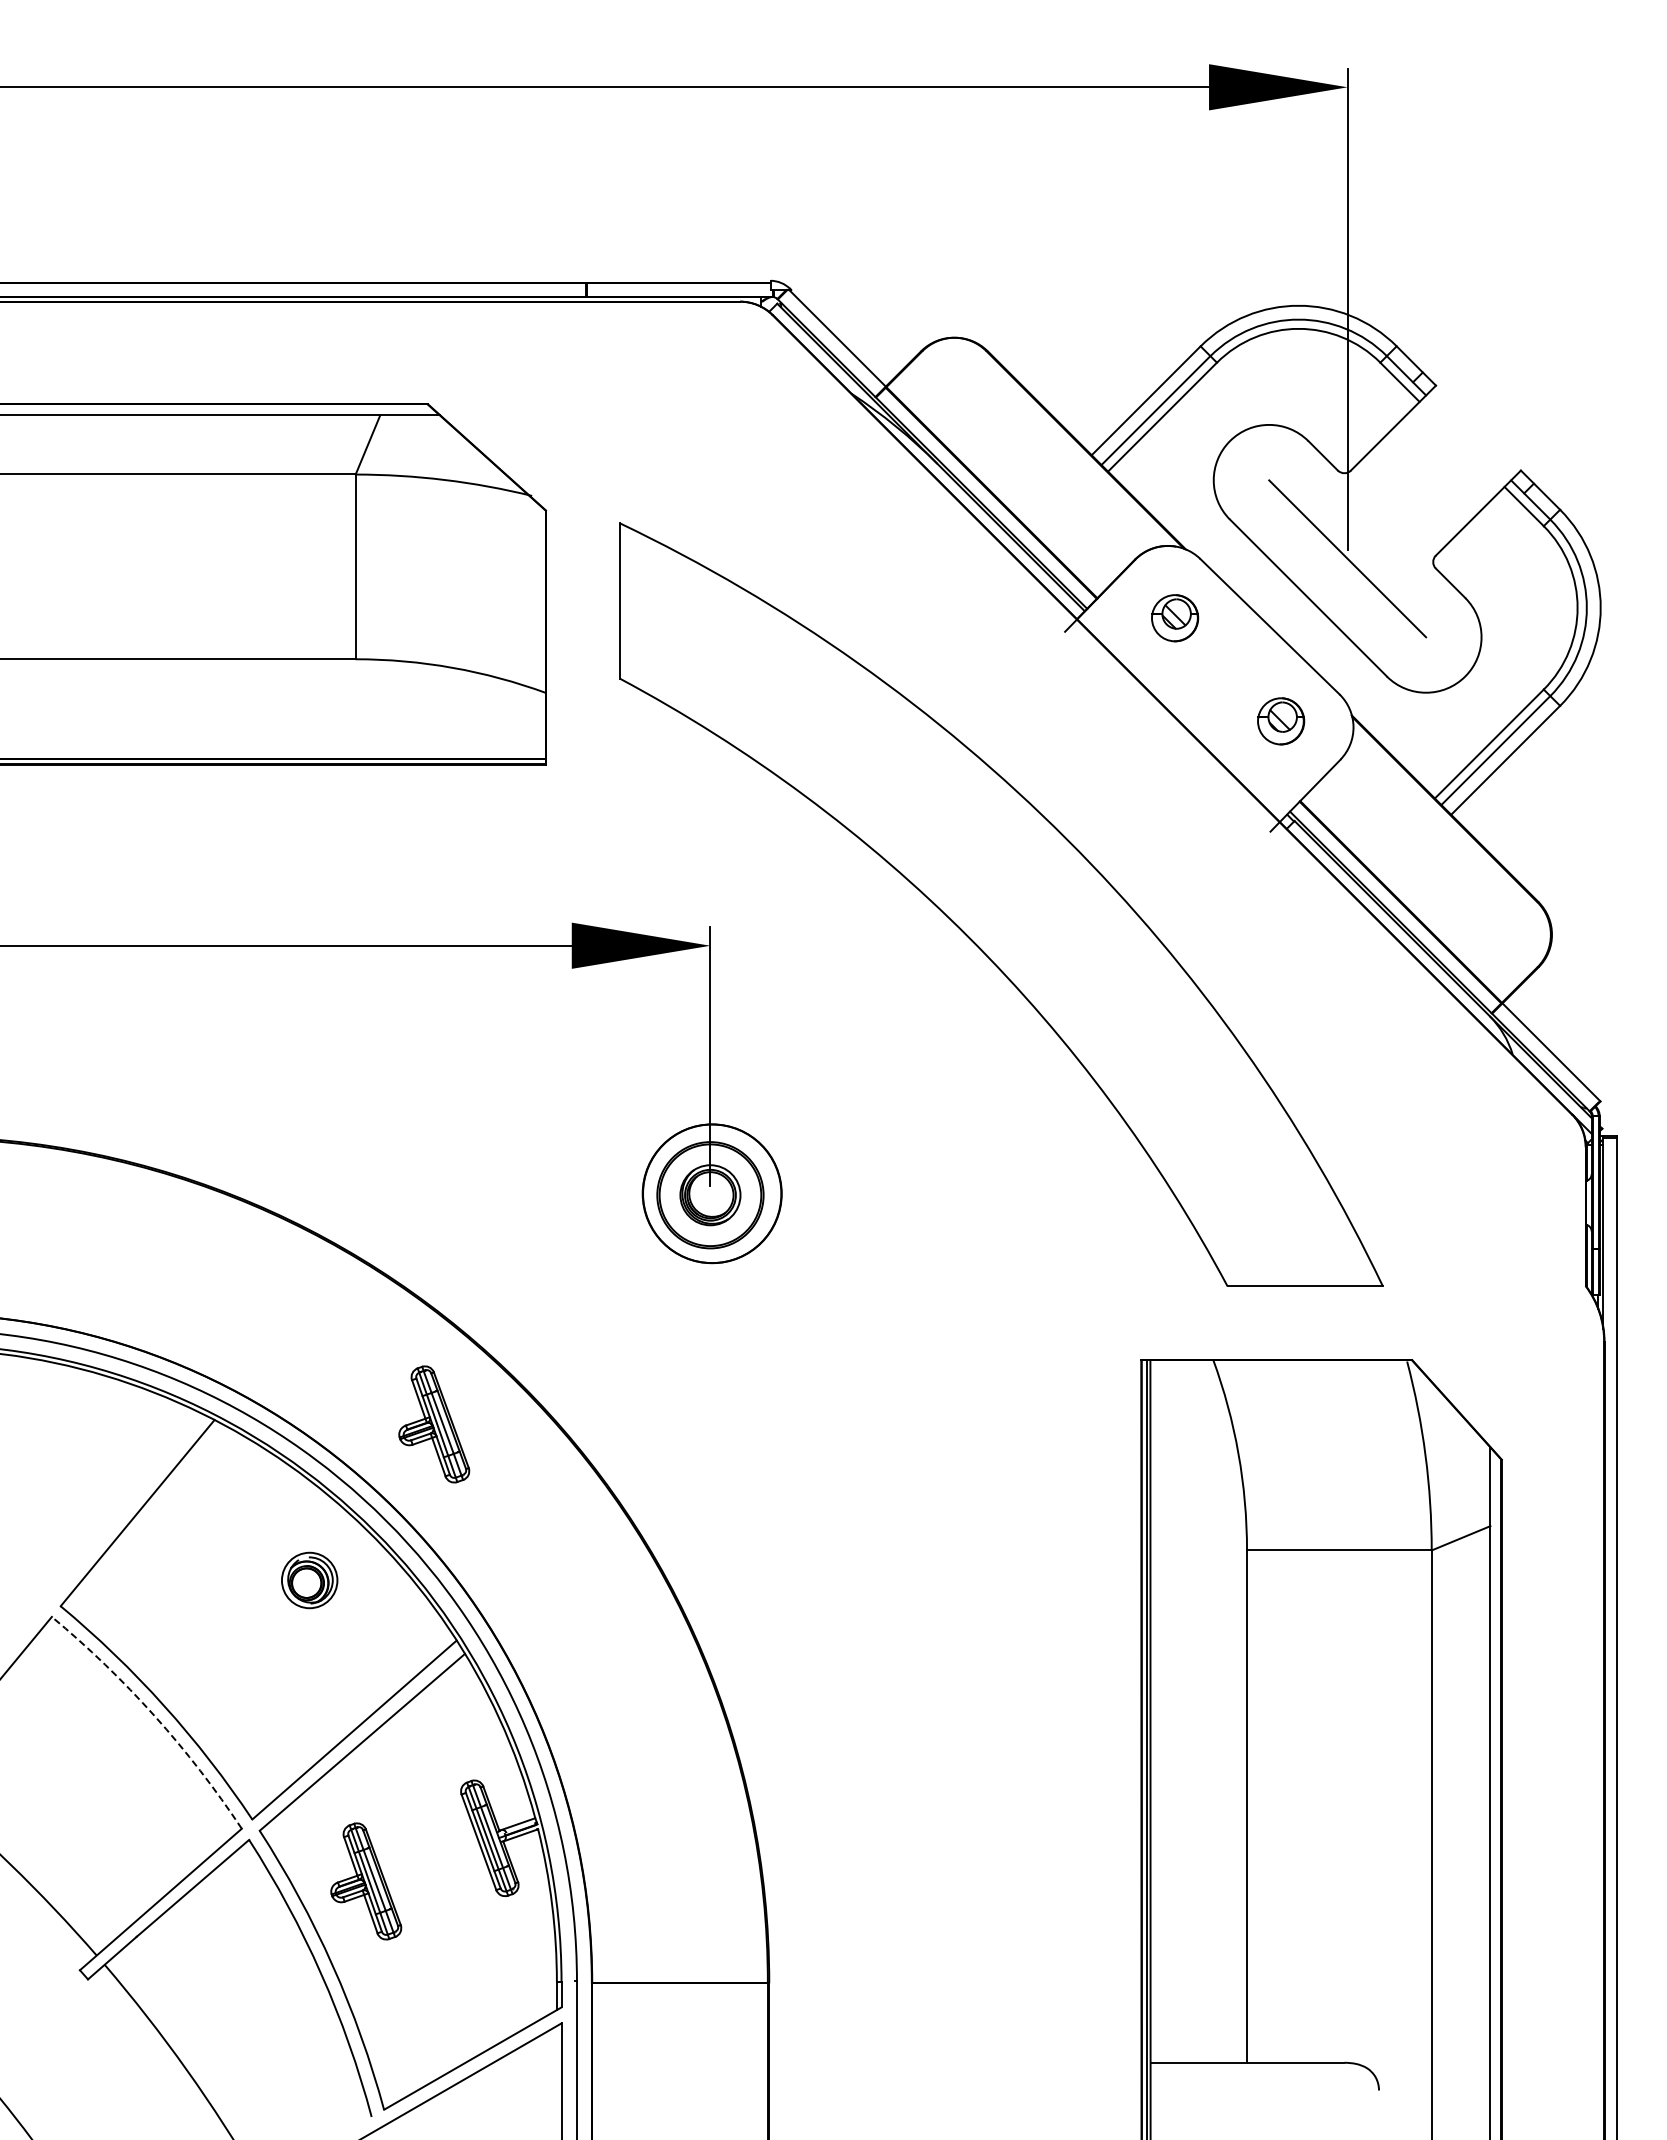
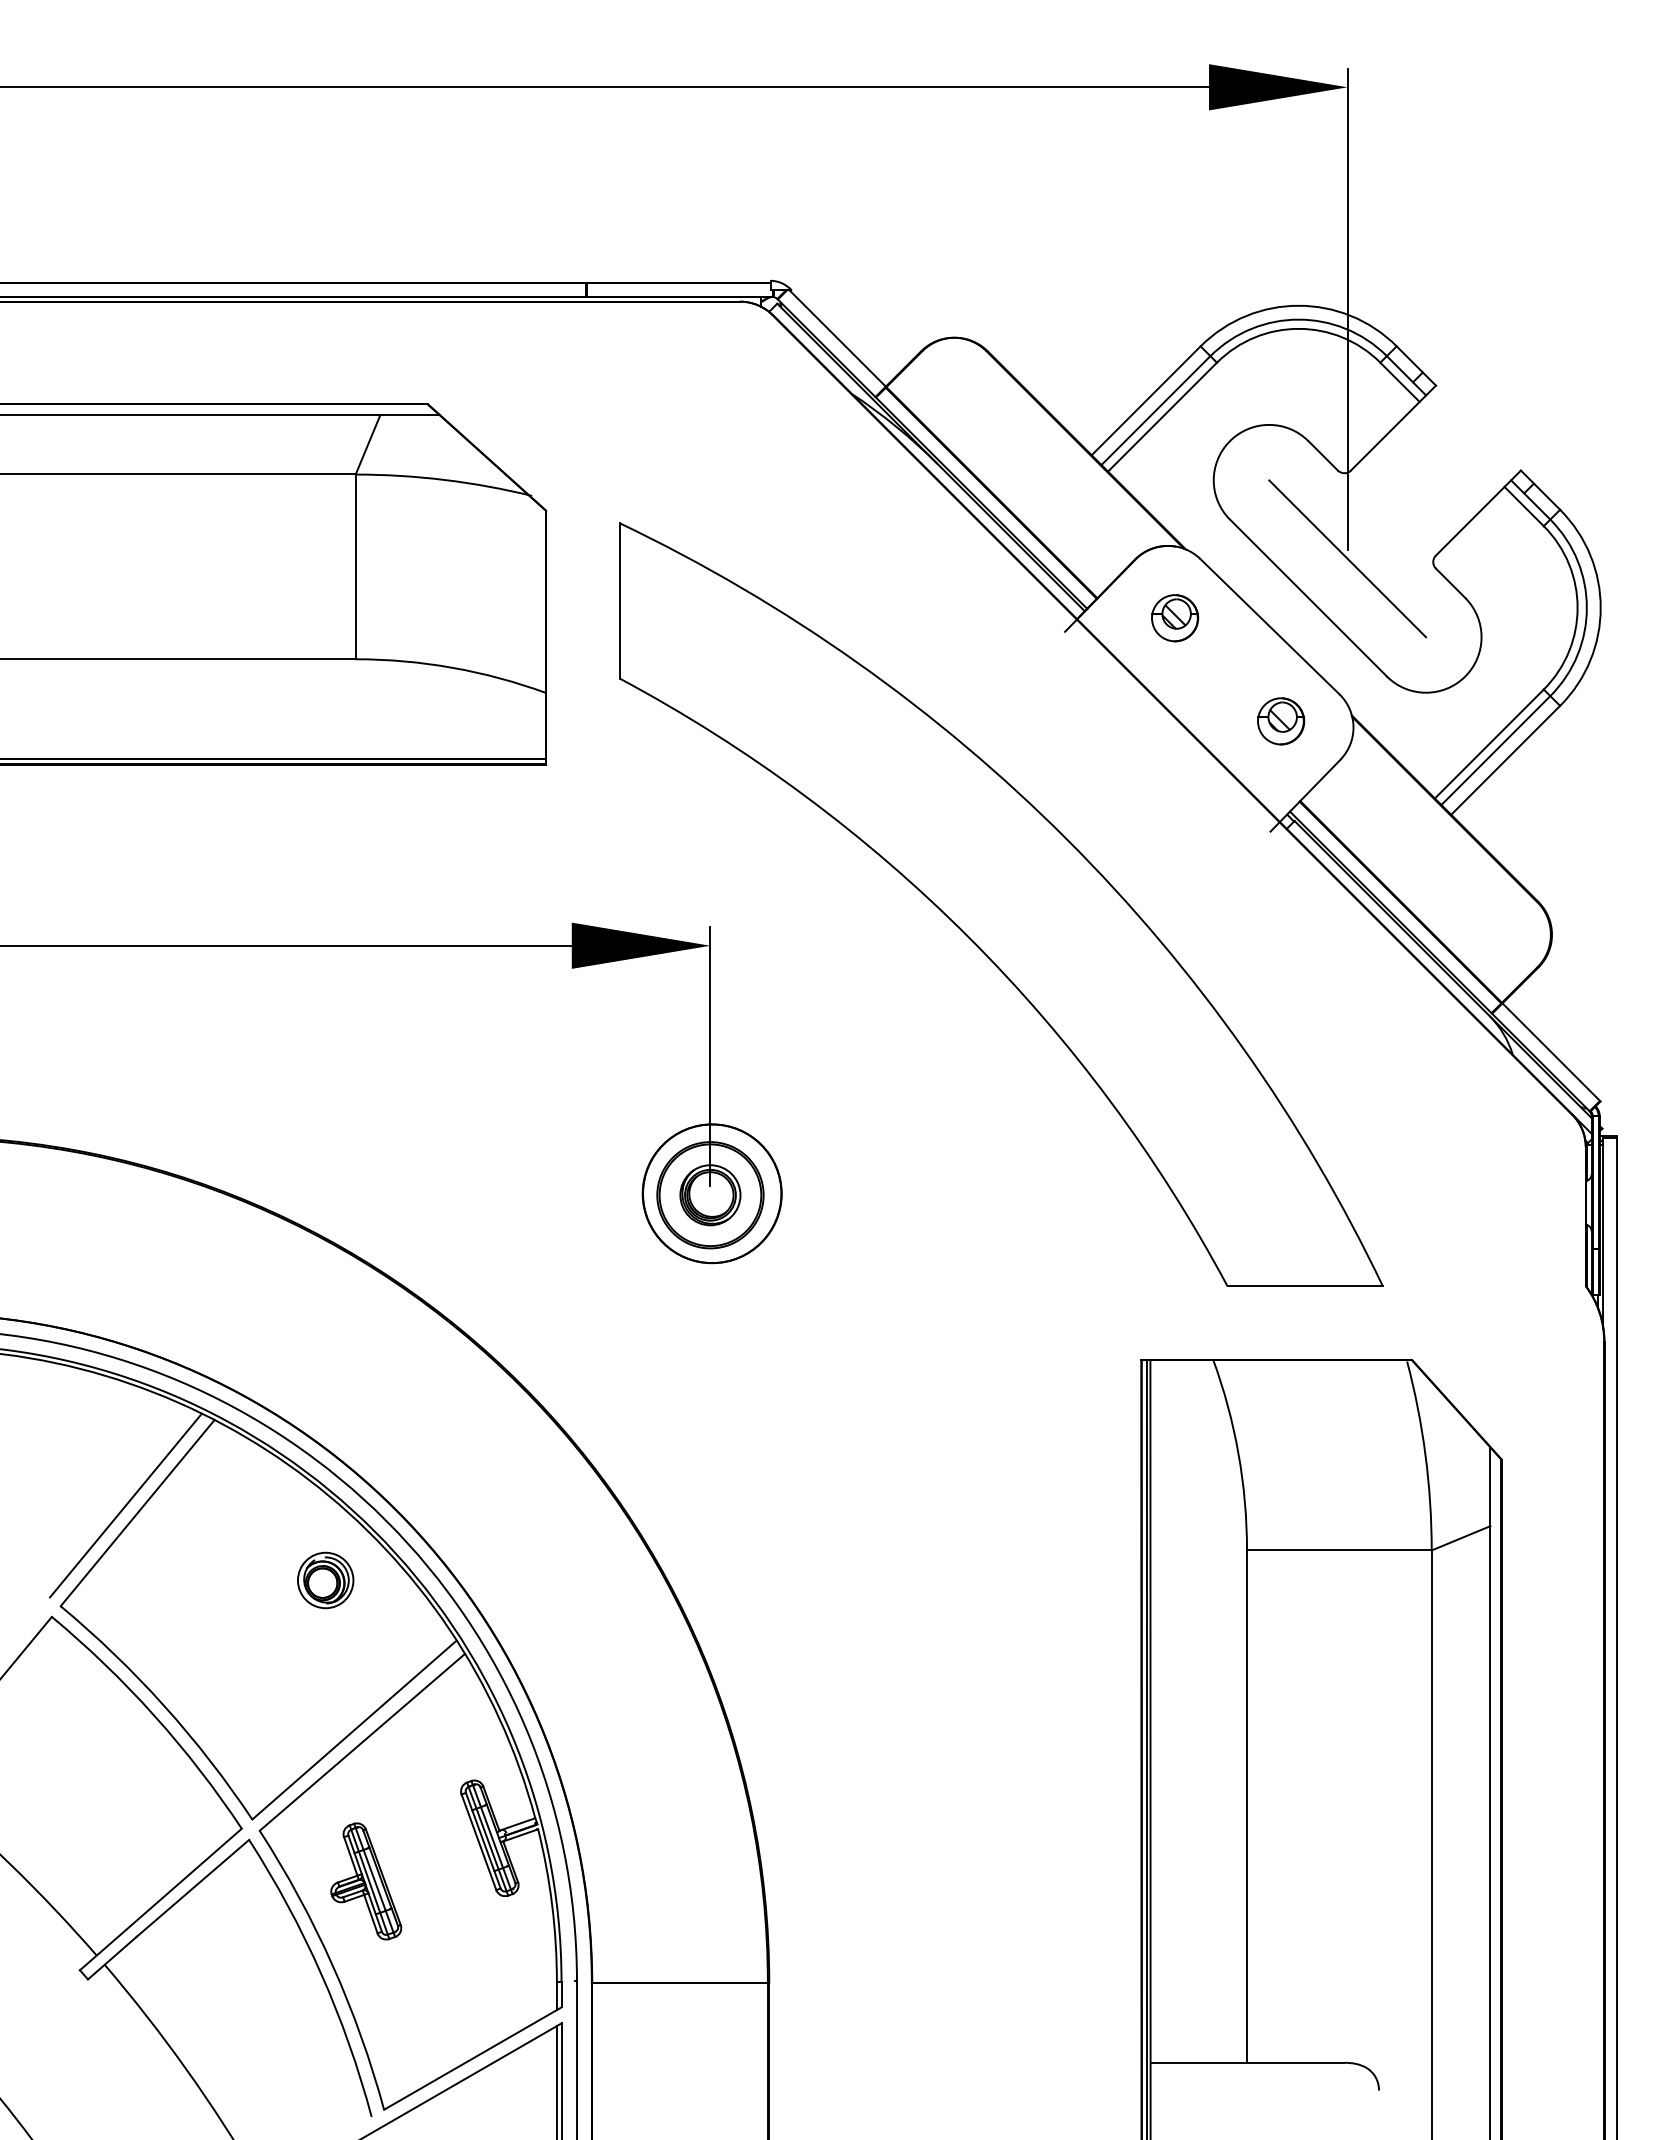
part at (434, 1424): present -> none
line at (125, 1505): none -> present
part at (309, 1580) position: (309, 1580) -> (325, 1580)
arc at (154, 1715): dashed -> solid
line at (556, 2081): none -> present
